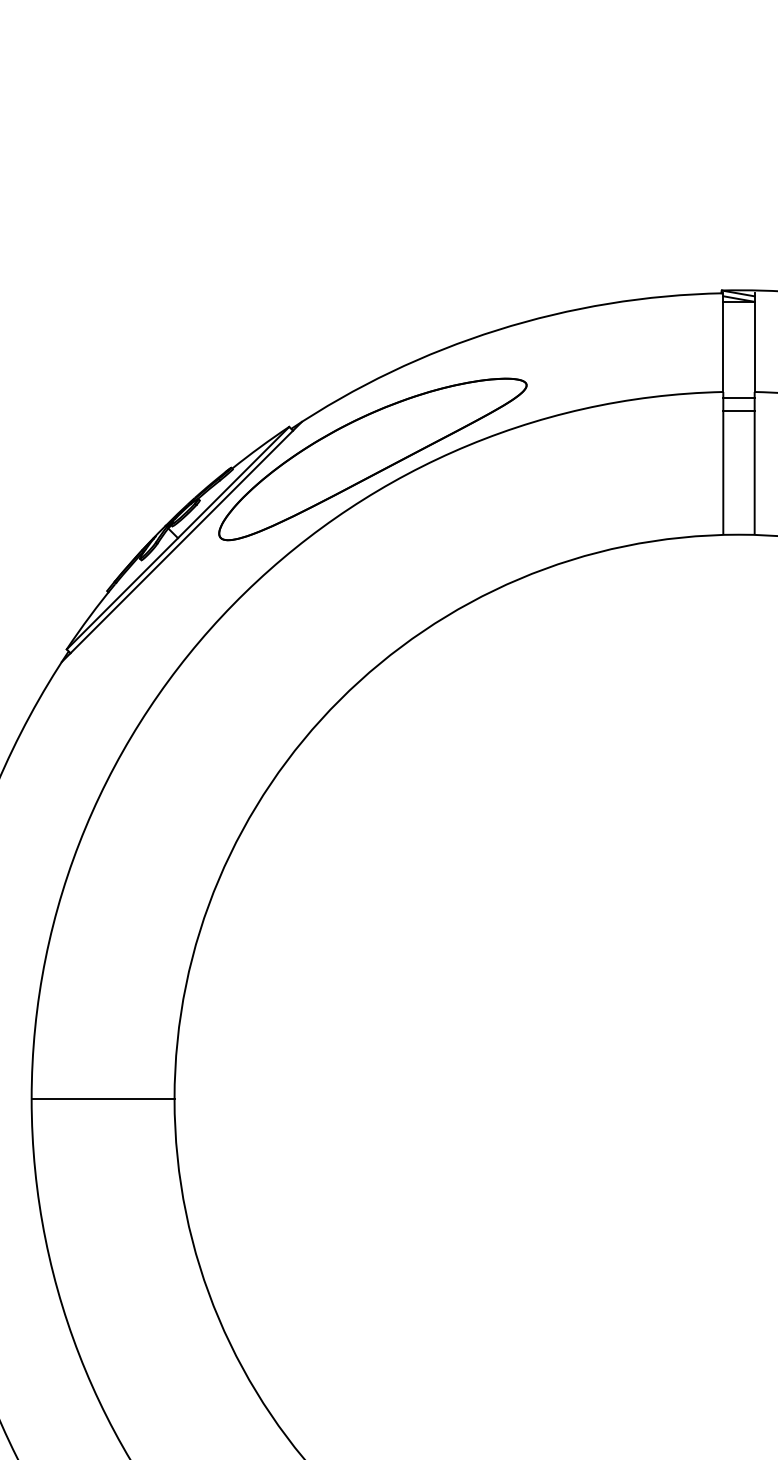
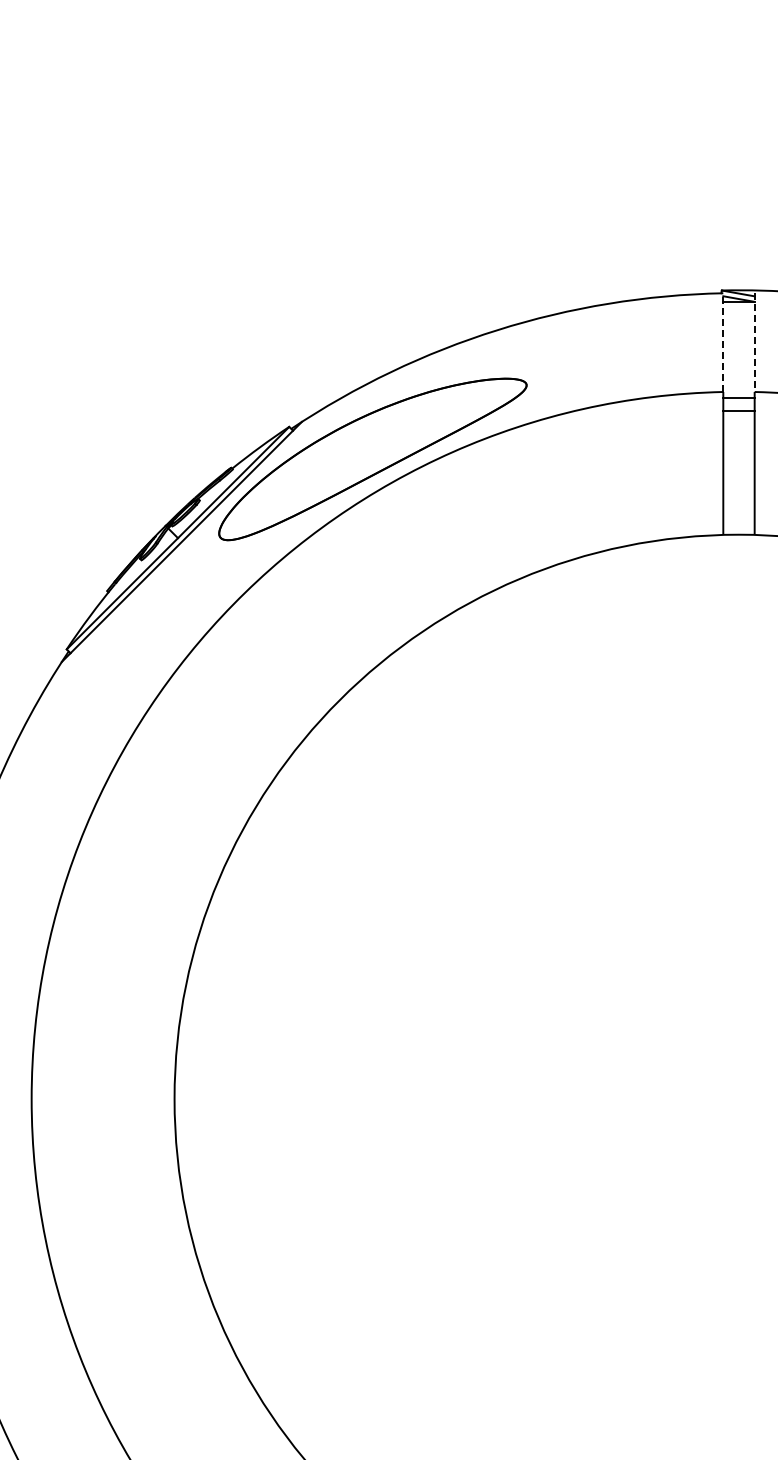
line at (723, 342): solid -> dashed
line at (754, 343): solid -> dashed
line at (102, 1099): present -> none
